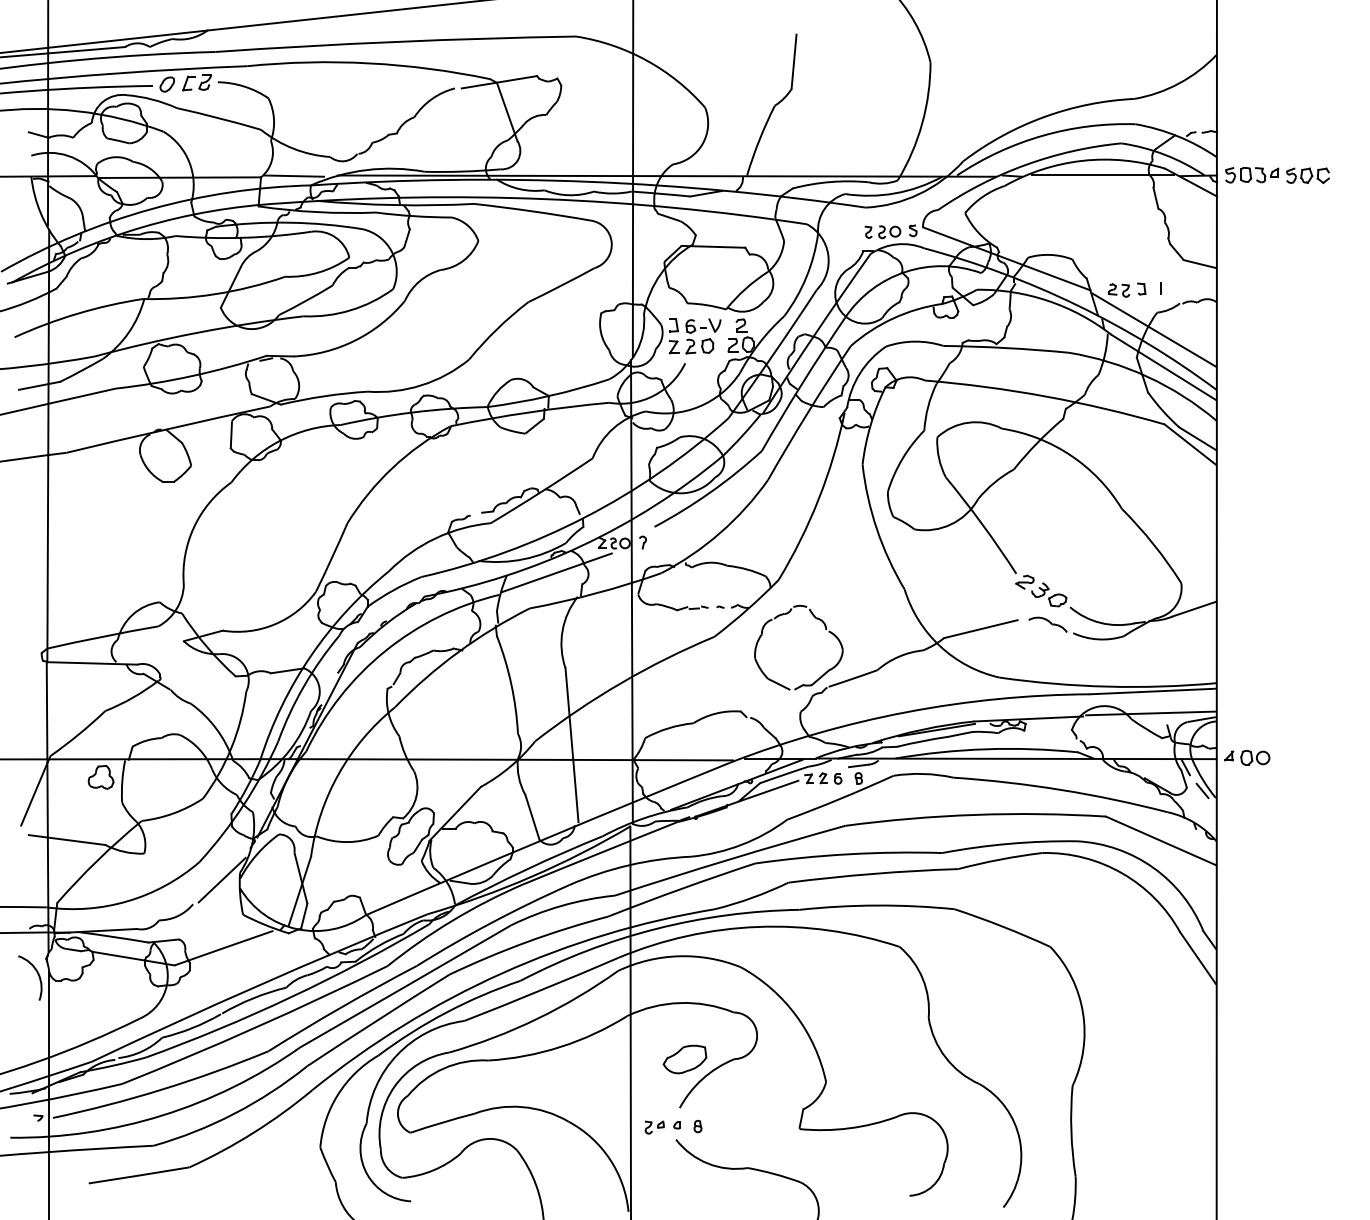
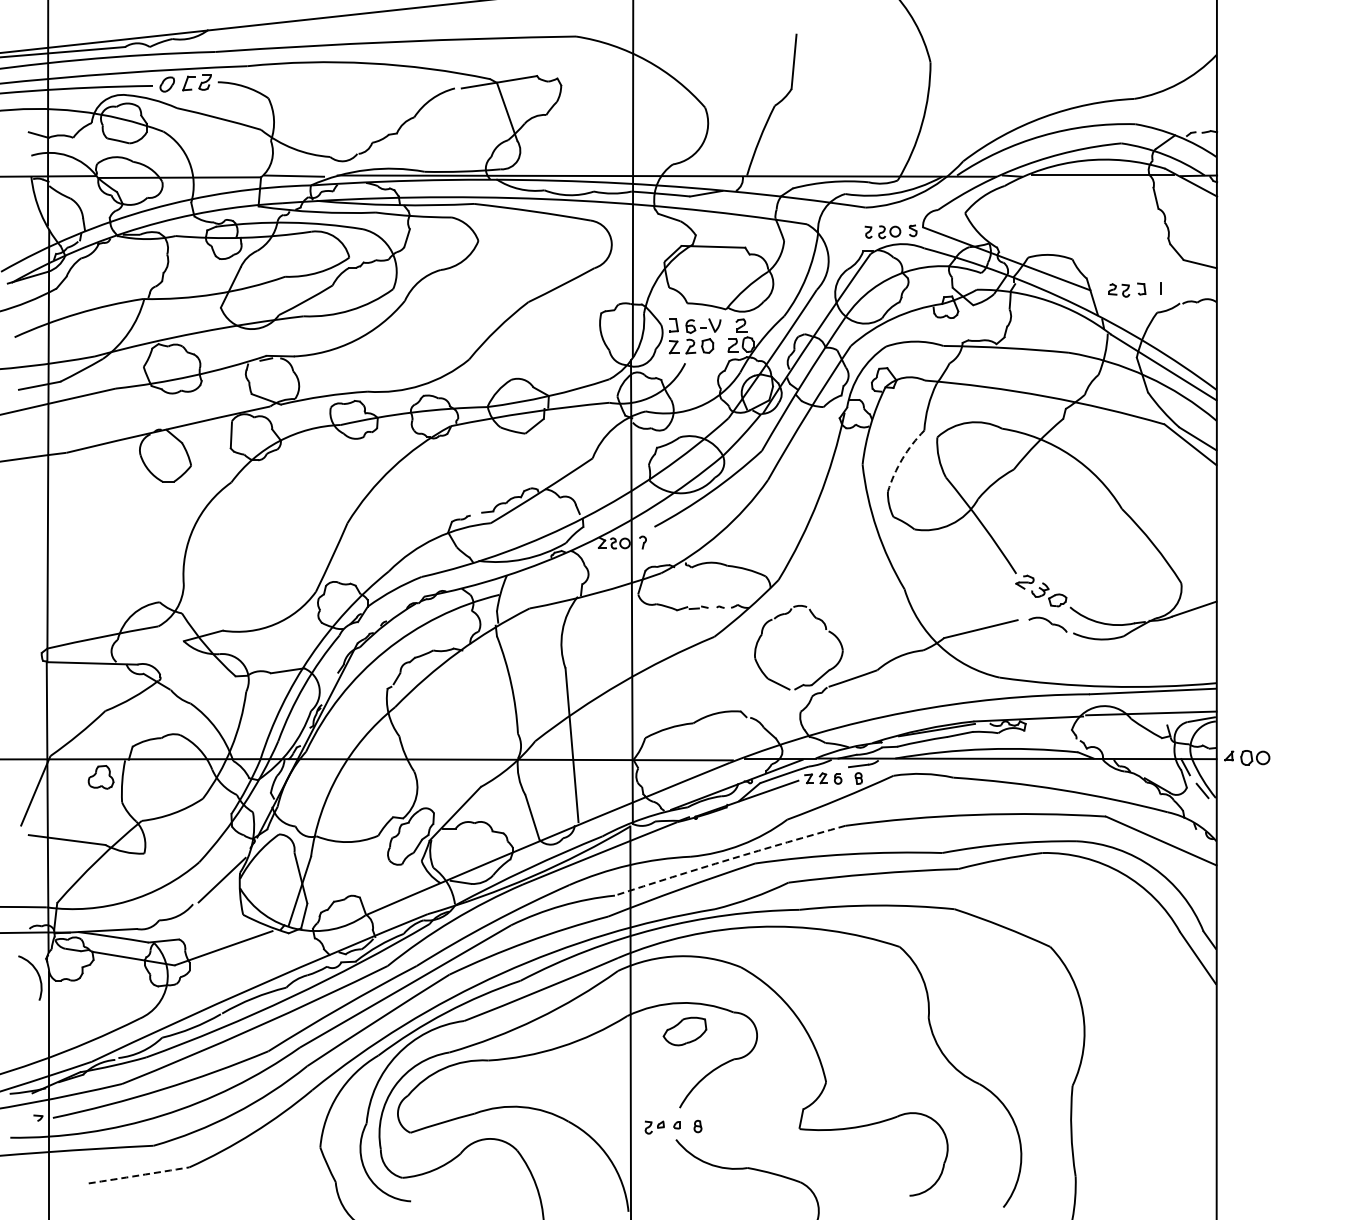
part at (1277, 175): present -> none
line at (1154, 329): present -> none
arc at (902, 458): solid -> dashed
line at (556, 572): present -> none
arc at (729, 859): solid -> dashed
part at (684, 1059) position: (684, 1059) -> (684, 1031)
arc at (139, 1175): solid -> dashed
